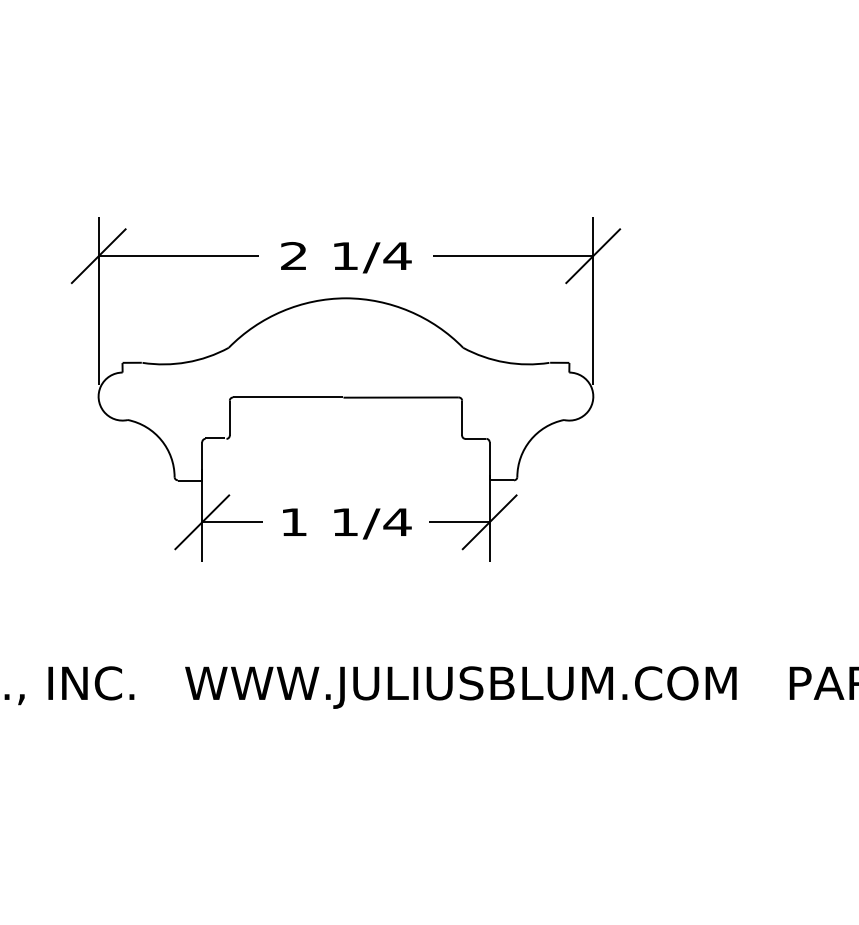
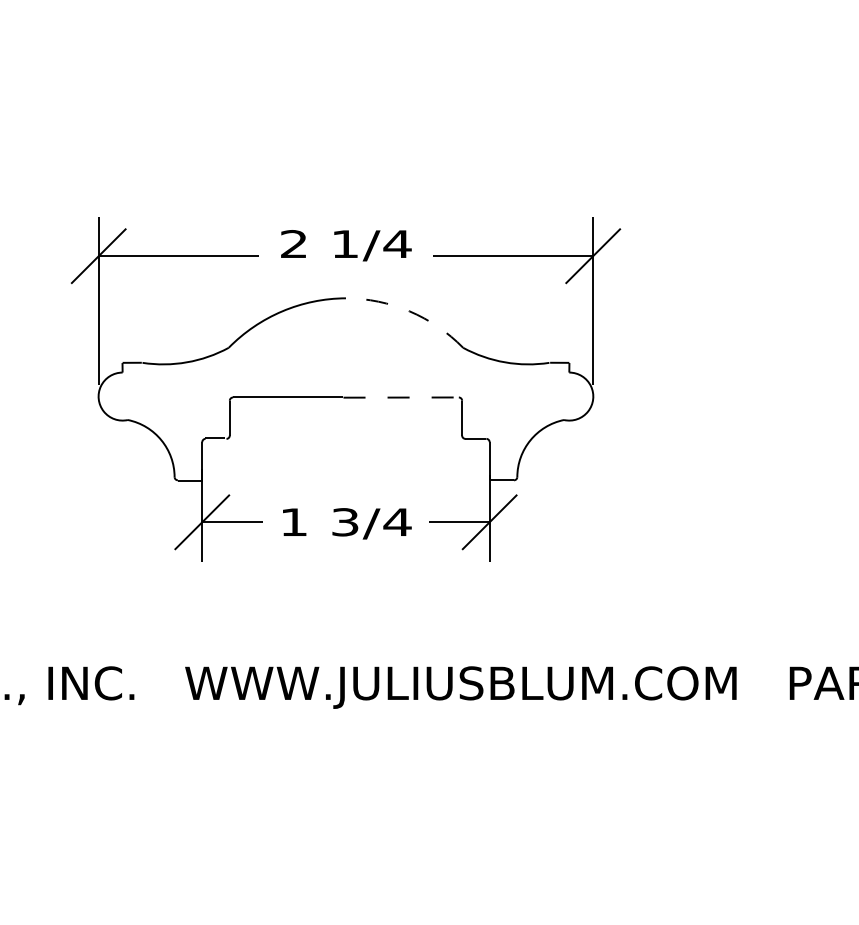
text at (346, 257) position: (346, 257) -> (346, 245)
arc at (409, 311): solid -> dashed
line at (401, 397): solid -> dashed
text at (345, 522): 1/4 -> 3/4
